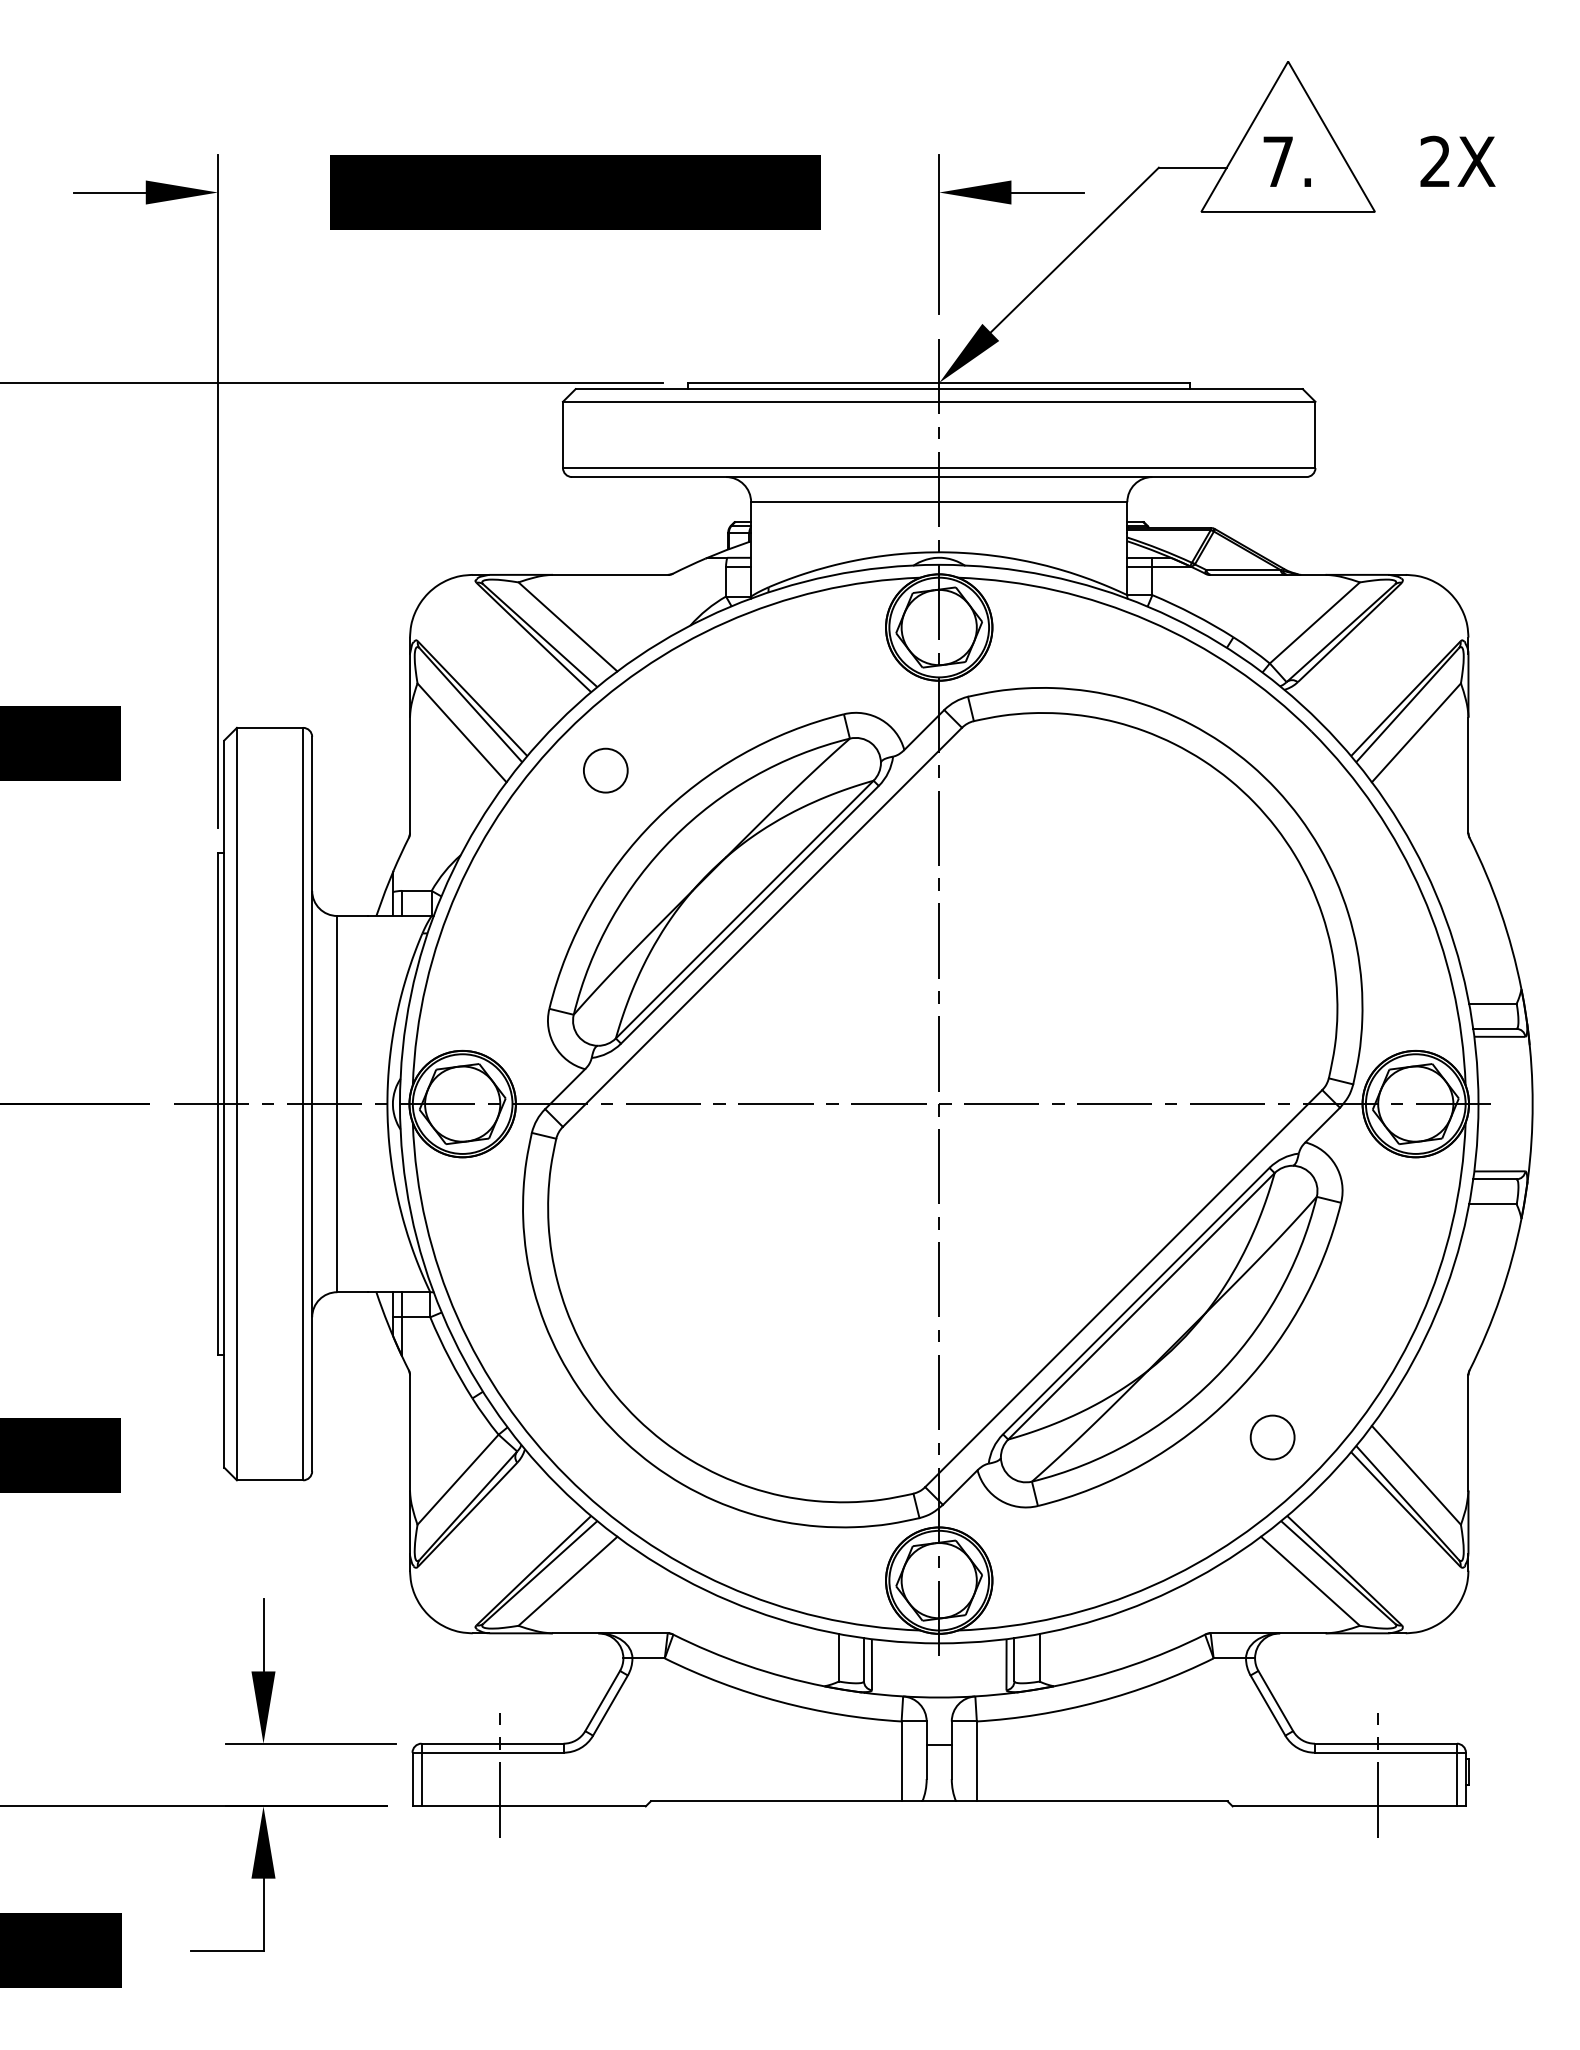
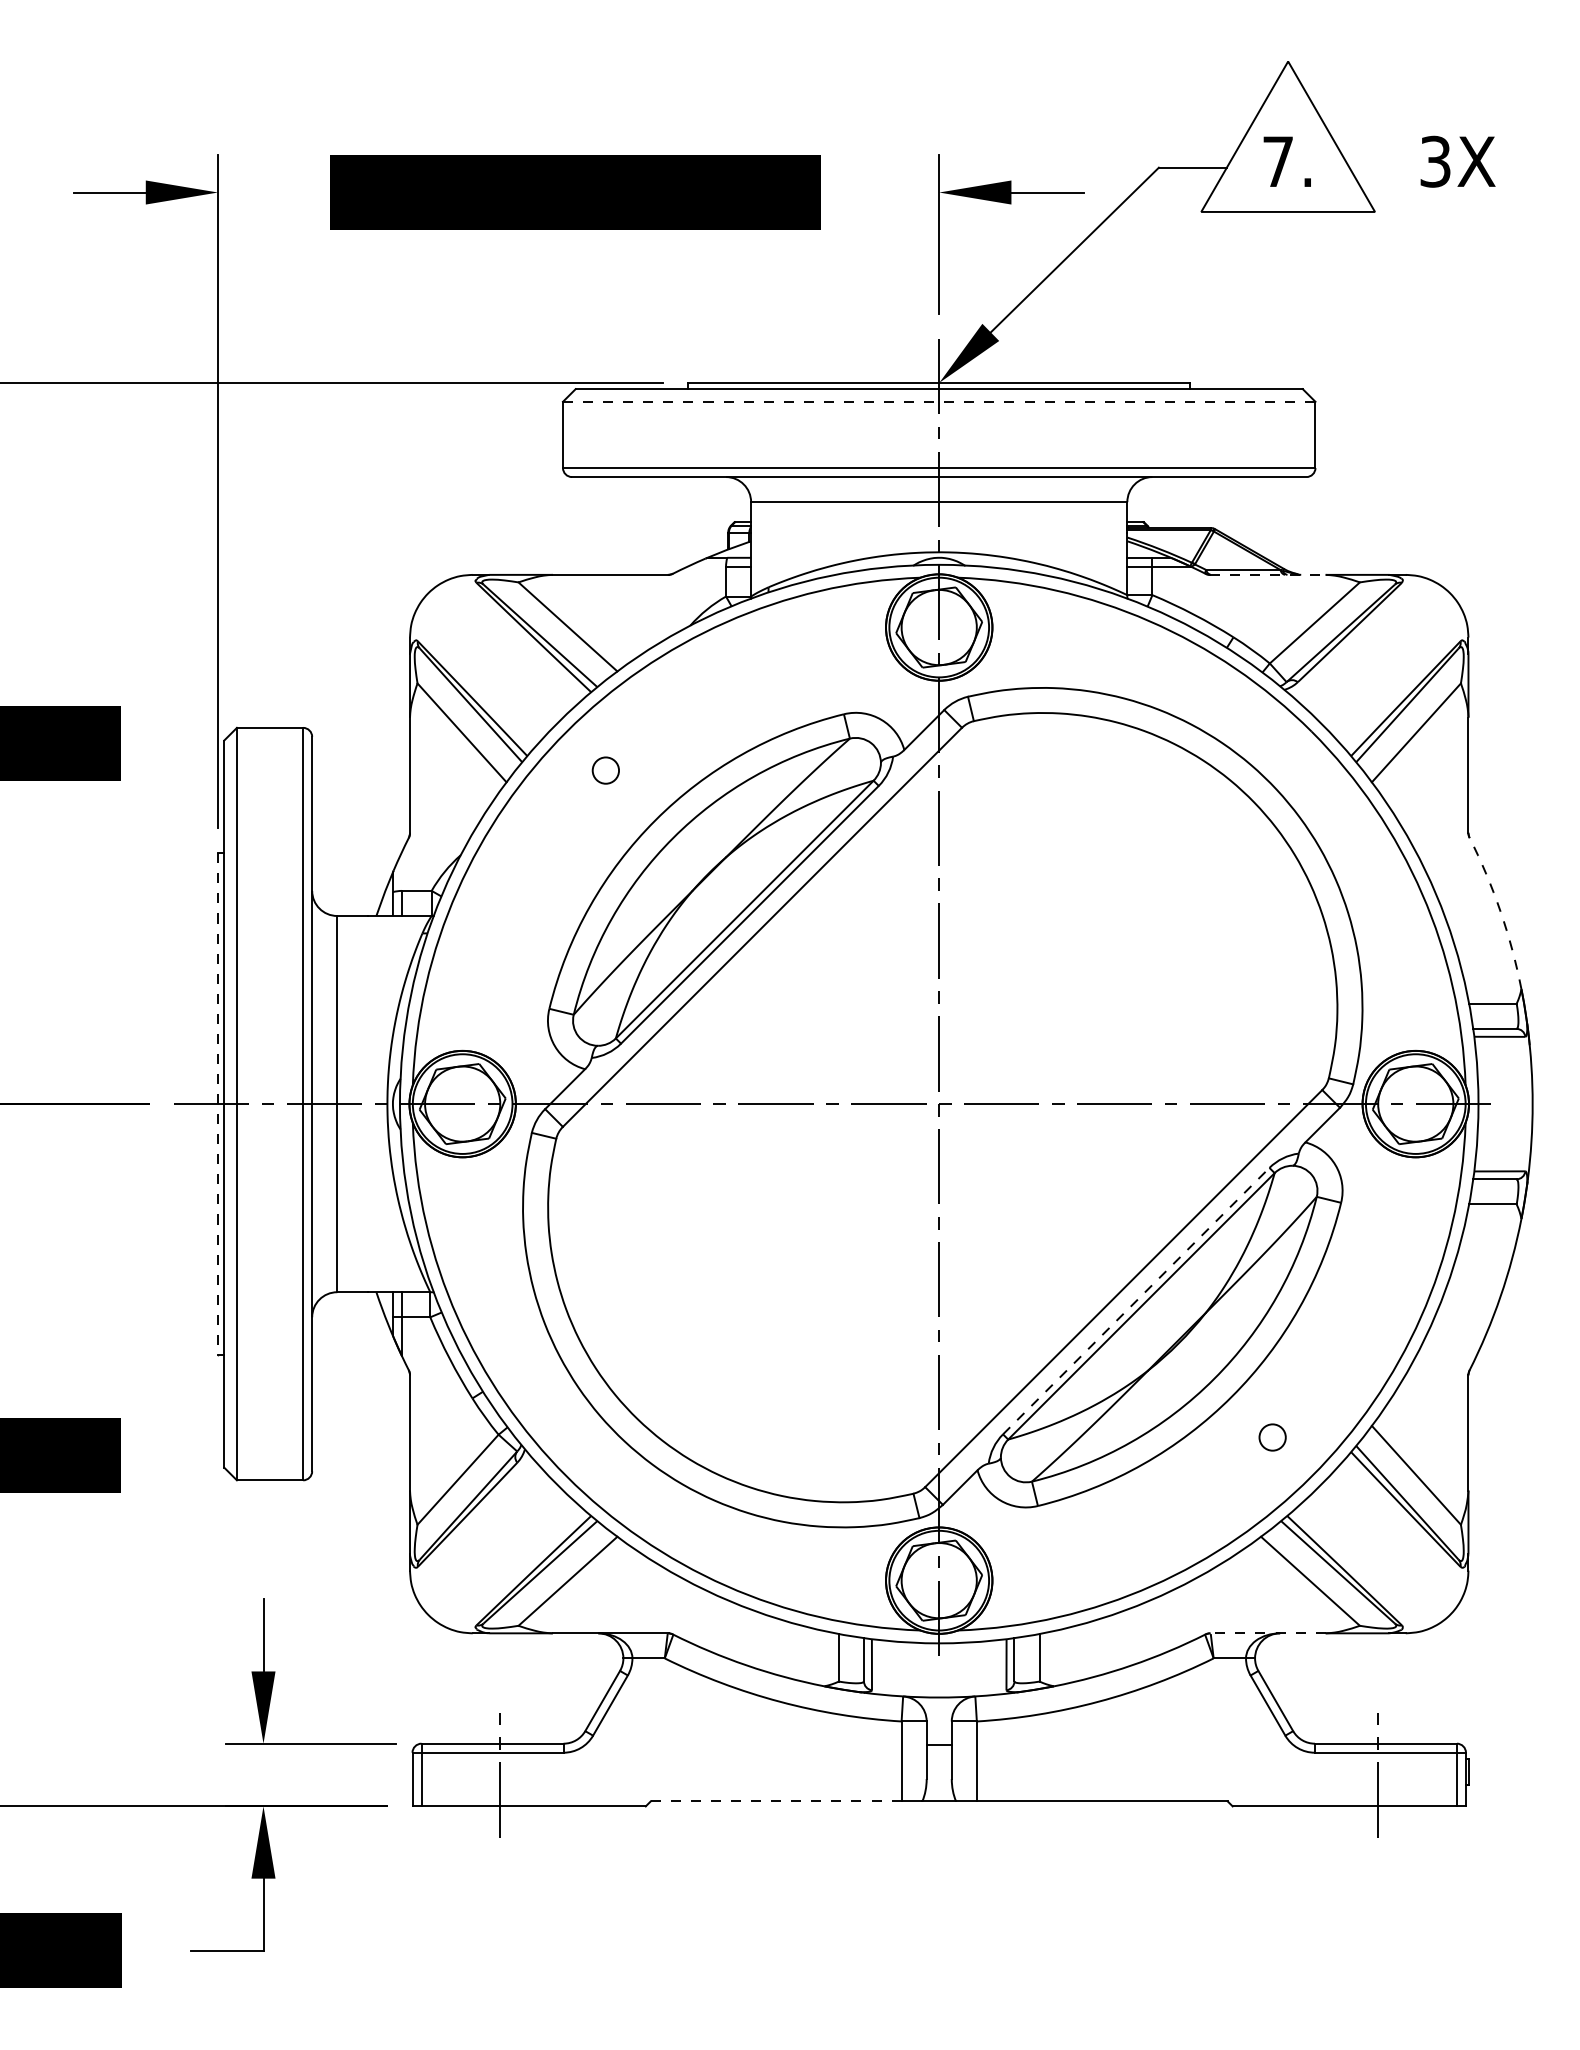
text at (1435, 161): 2X -> 3X
line at (938, 401): solid -> dashed
line at (1267, 574): solid -> dashed
circle at (605, 770) size: 46x47 px -> 29x29 px
arc at (1500, 911): solid -> dashed
line at (218, 1104): solid -> dashed
line at (1136, 1300): solid -> dashed
circle at (1272, 1437) diameter: 44 px -> 26 px
line at (1267, 1633): solid -> dashed
line at (775, 1801): solid -> dashed
